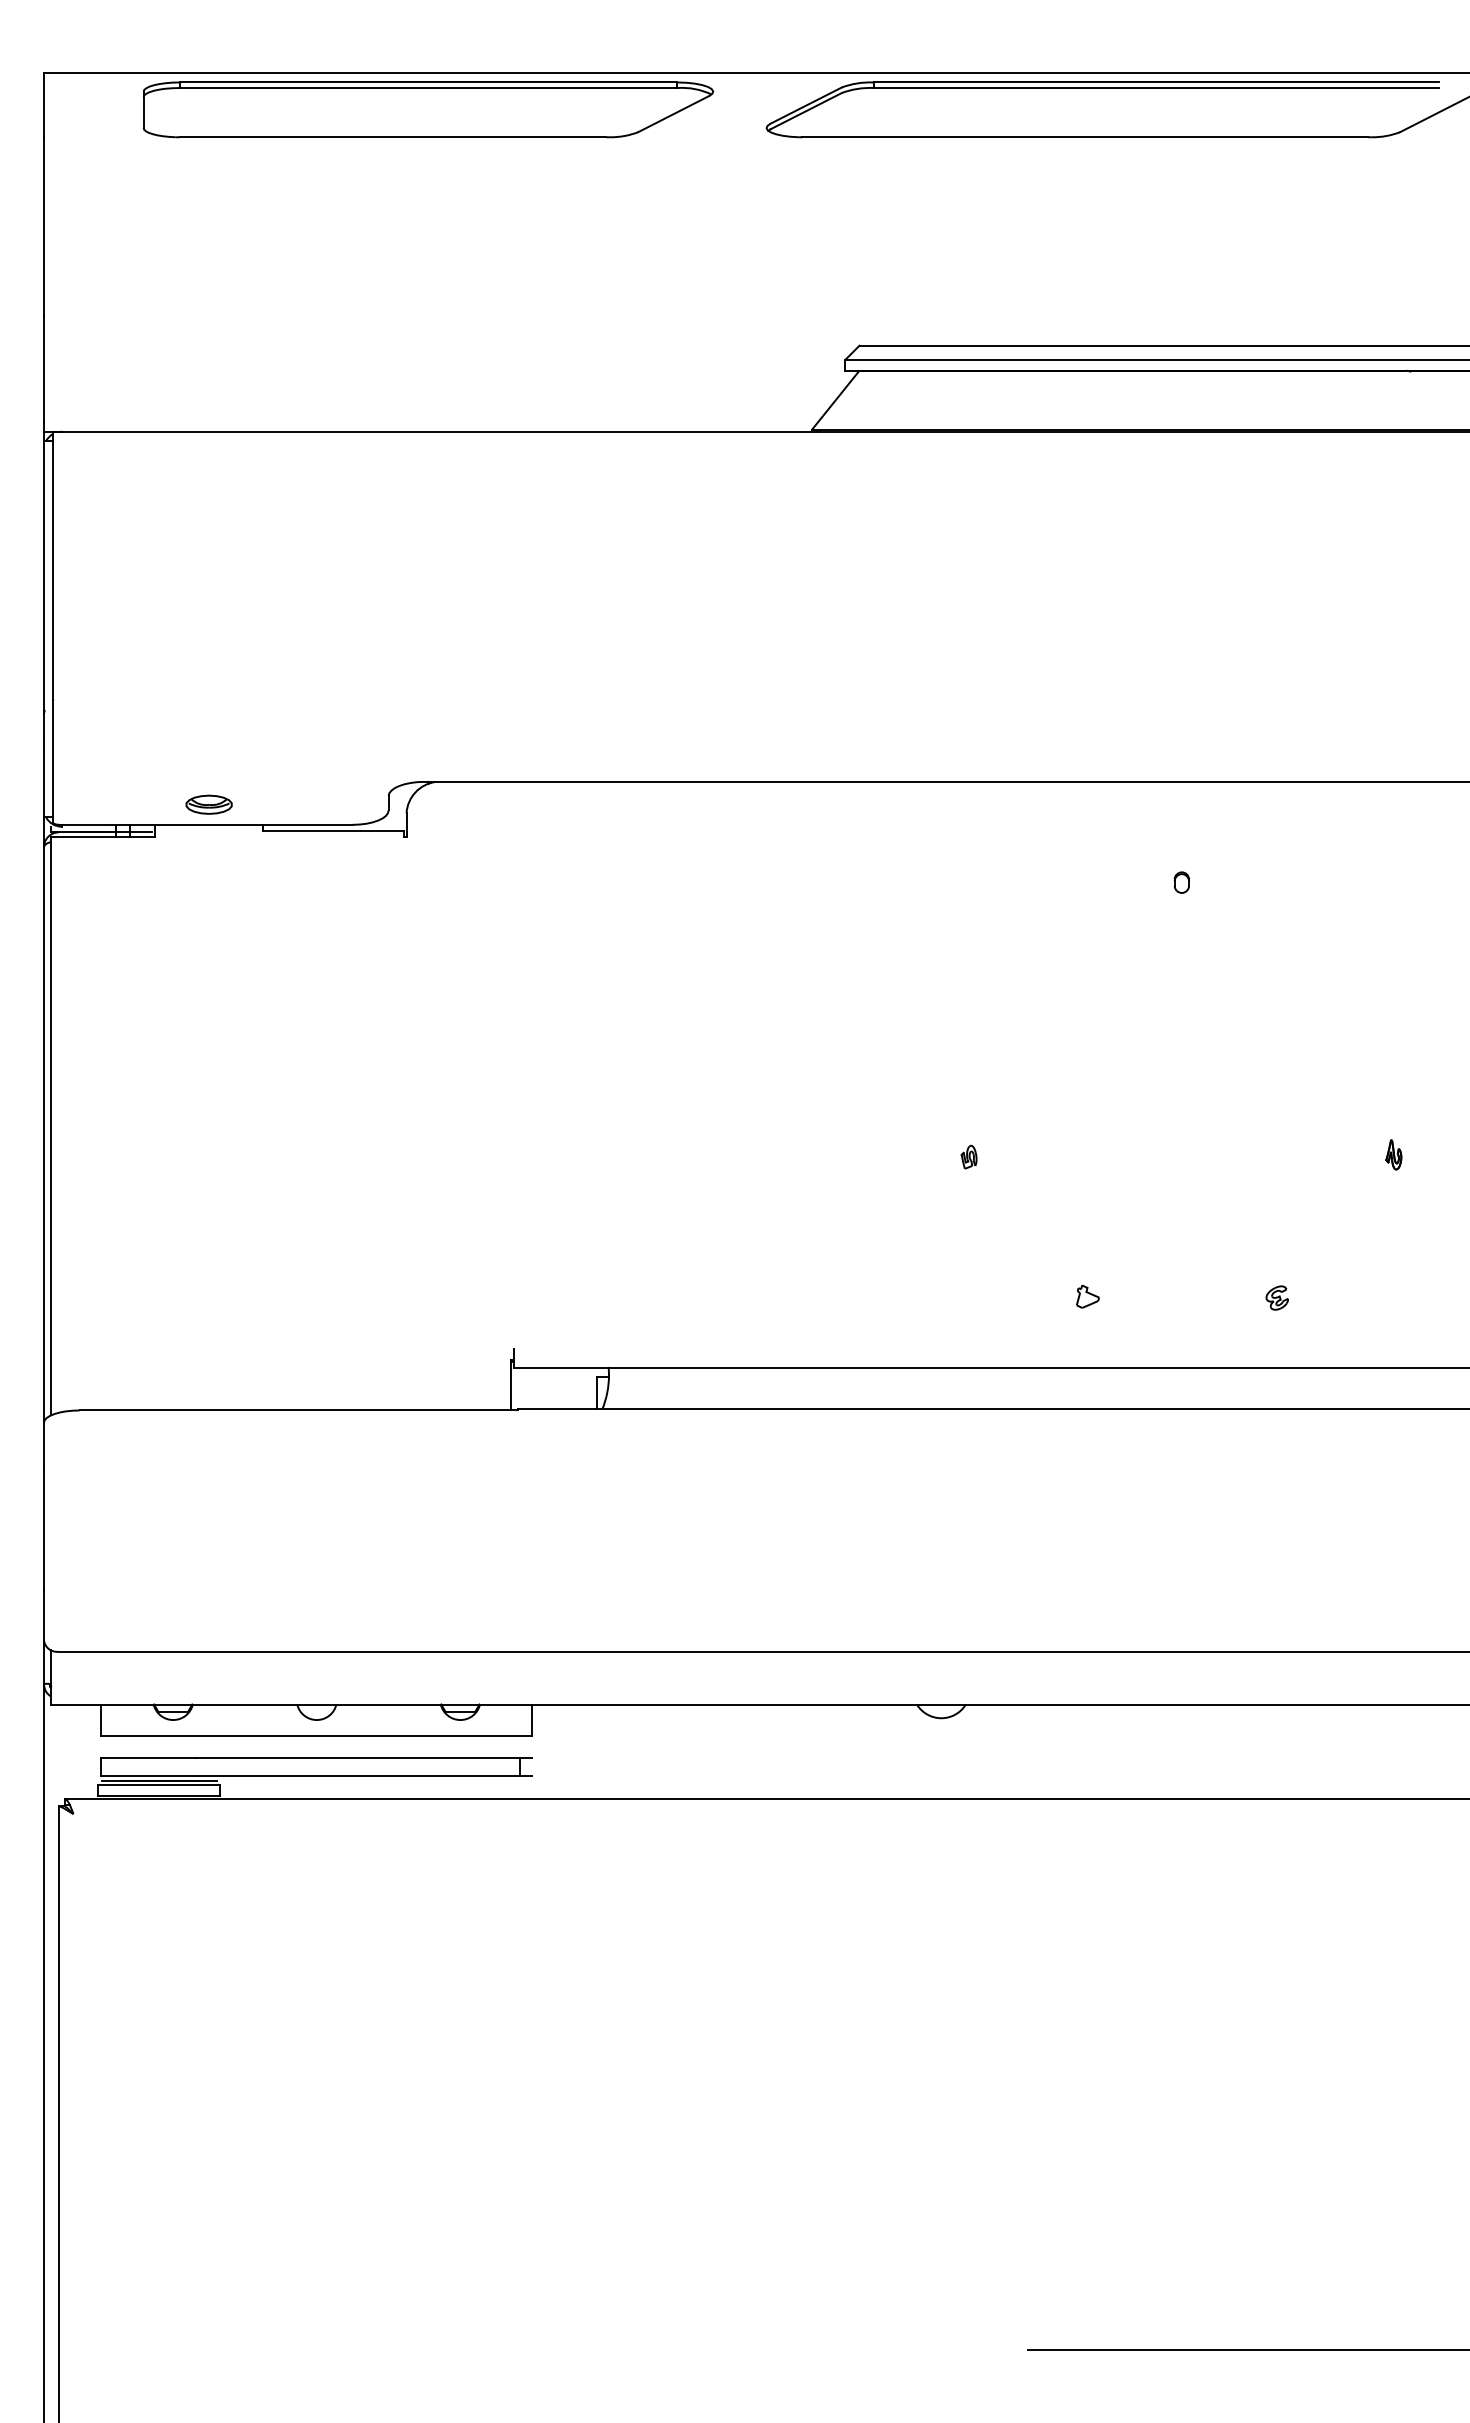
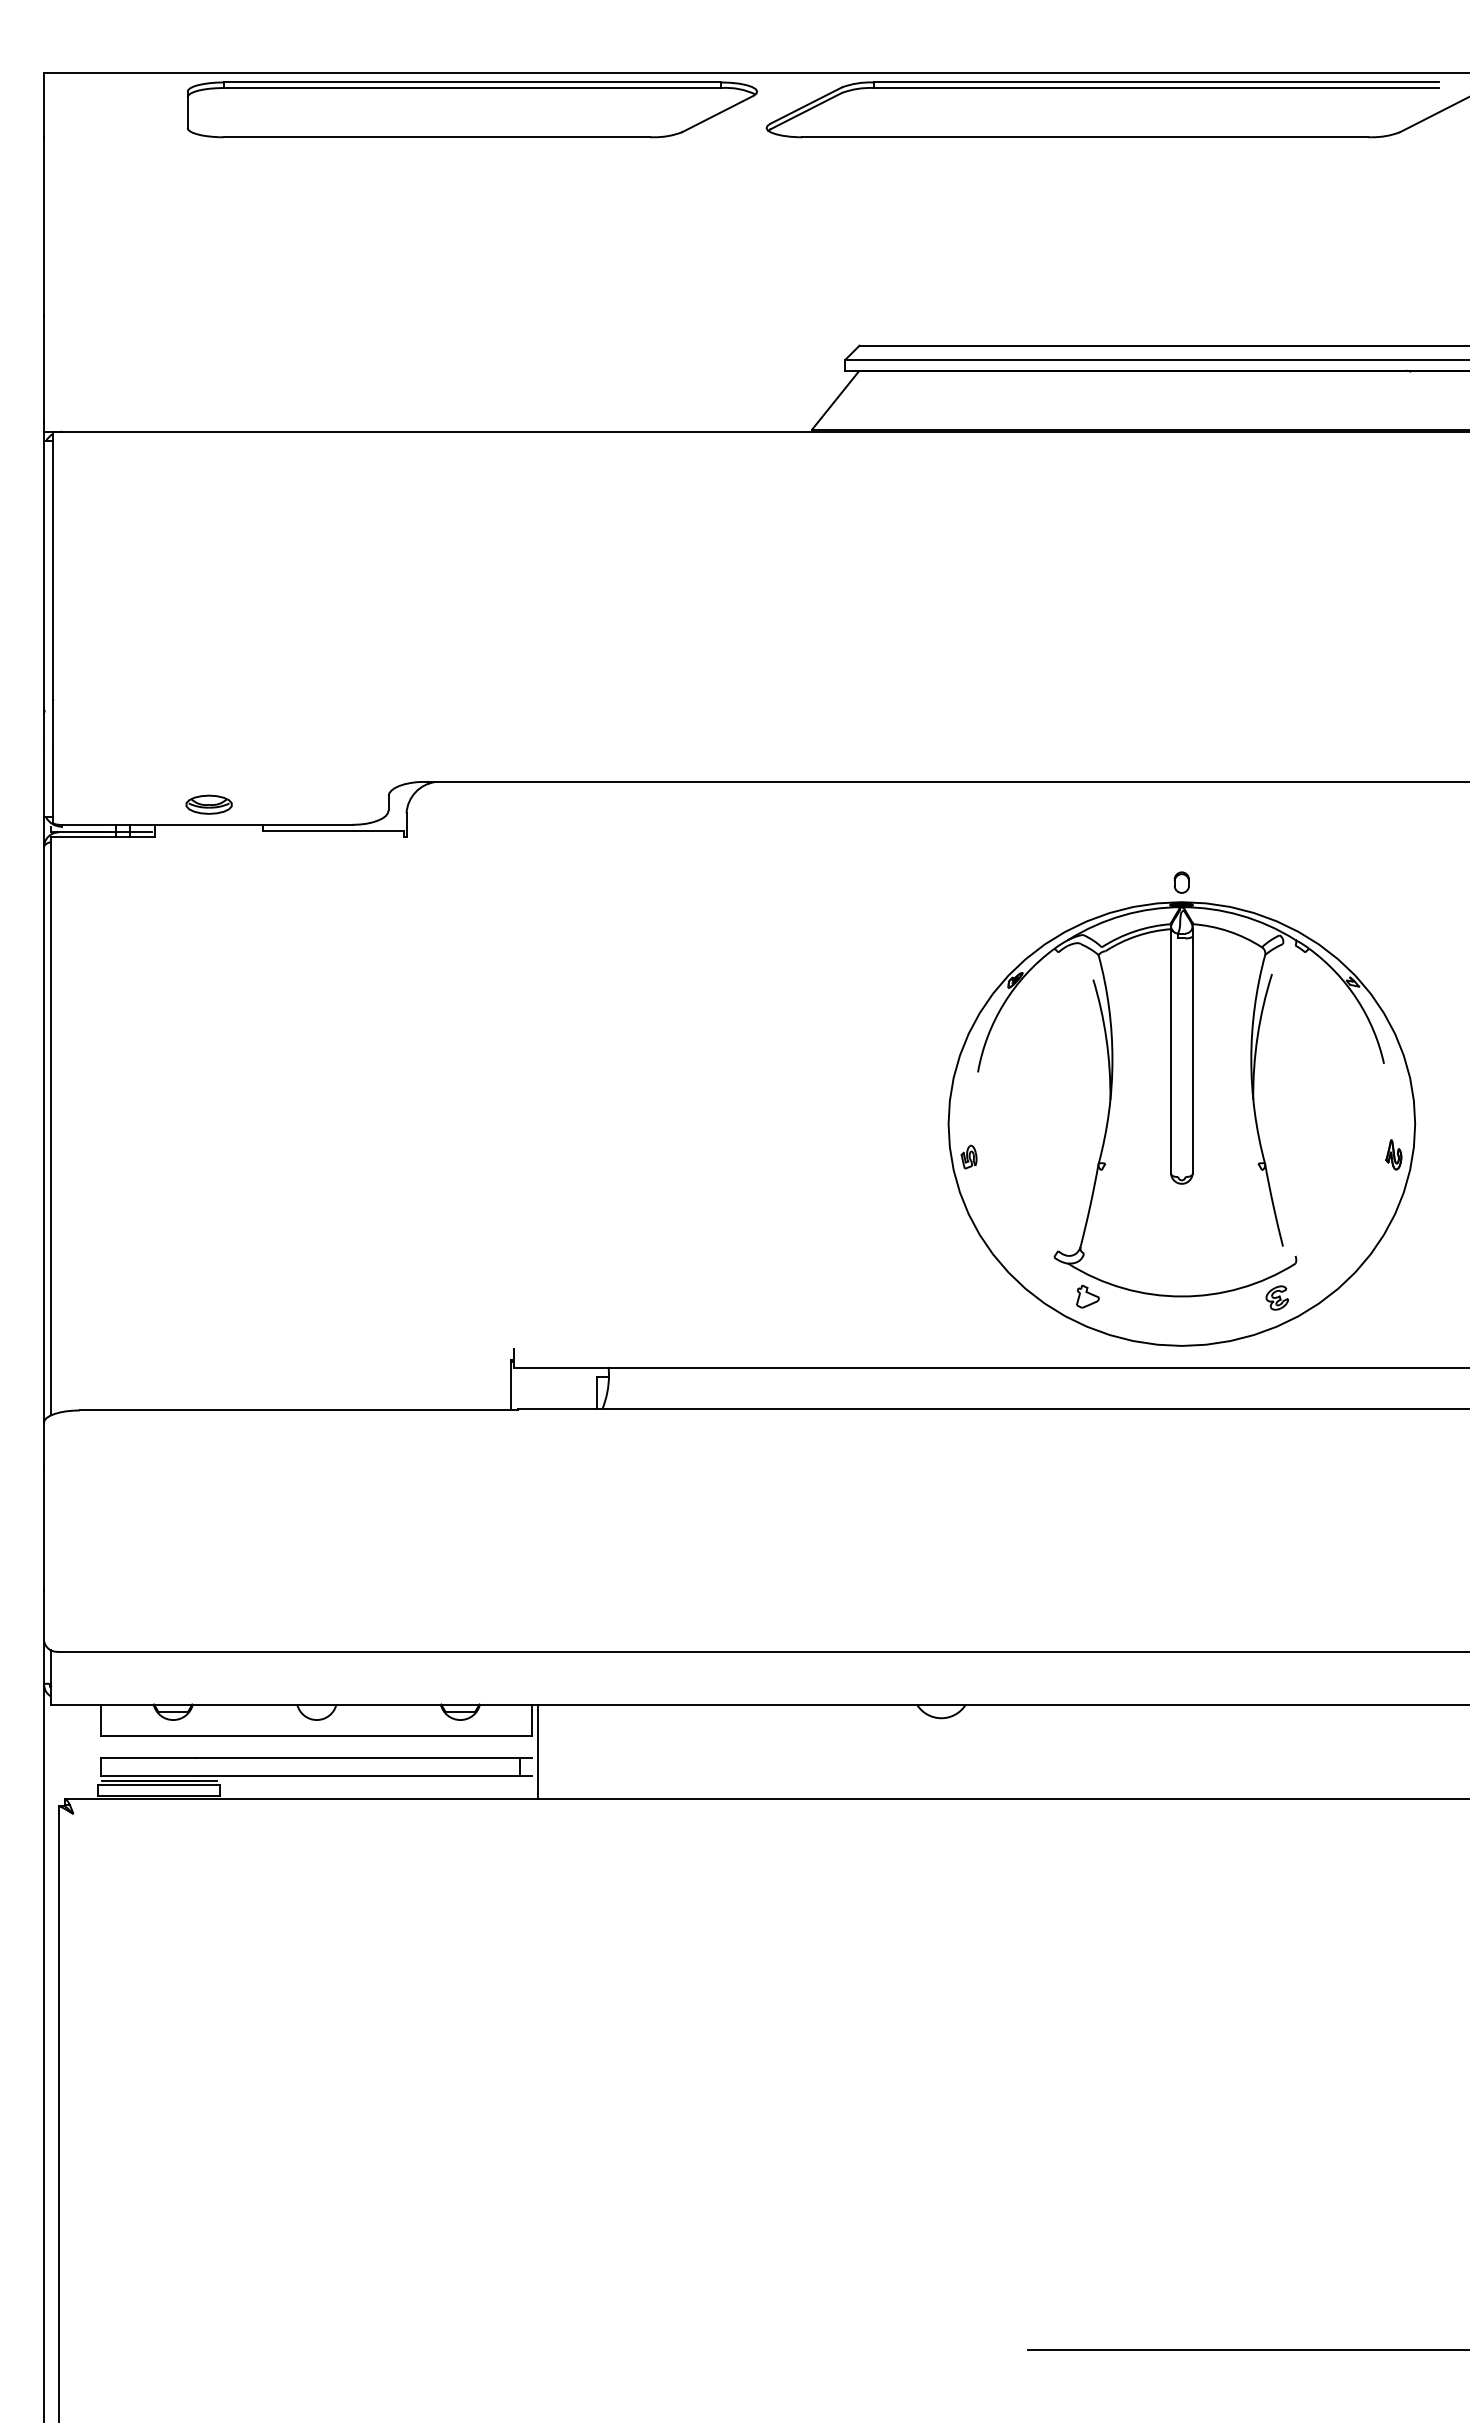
part at (428, 109) position: (428, 109) -> (472, 109)
part at (1181, 1123): none -> present
line at (537, 1751): none -> present
